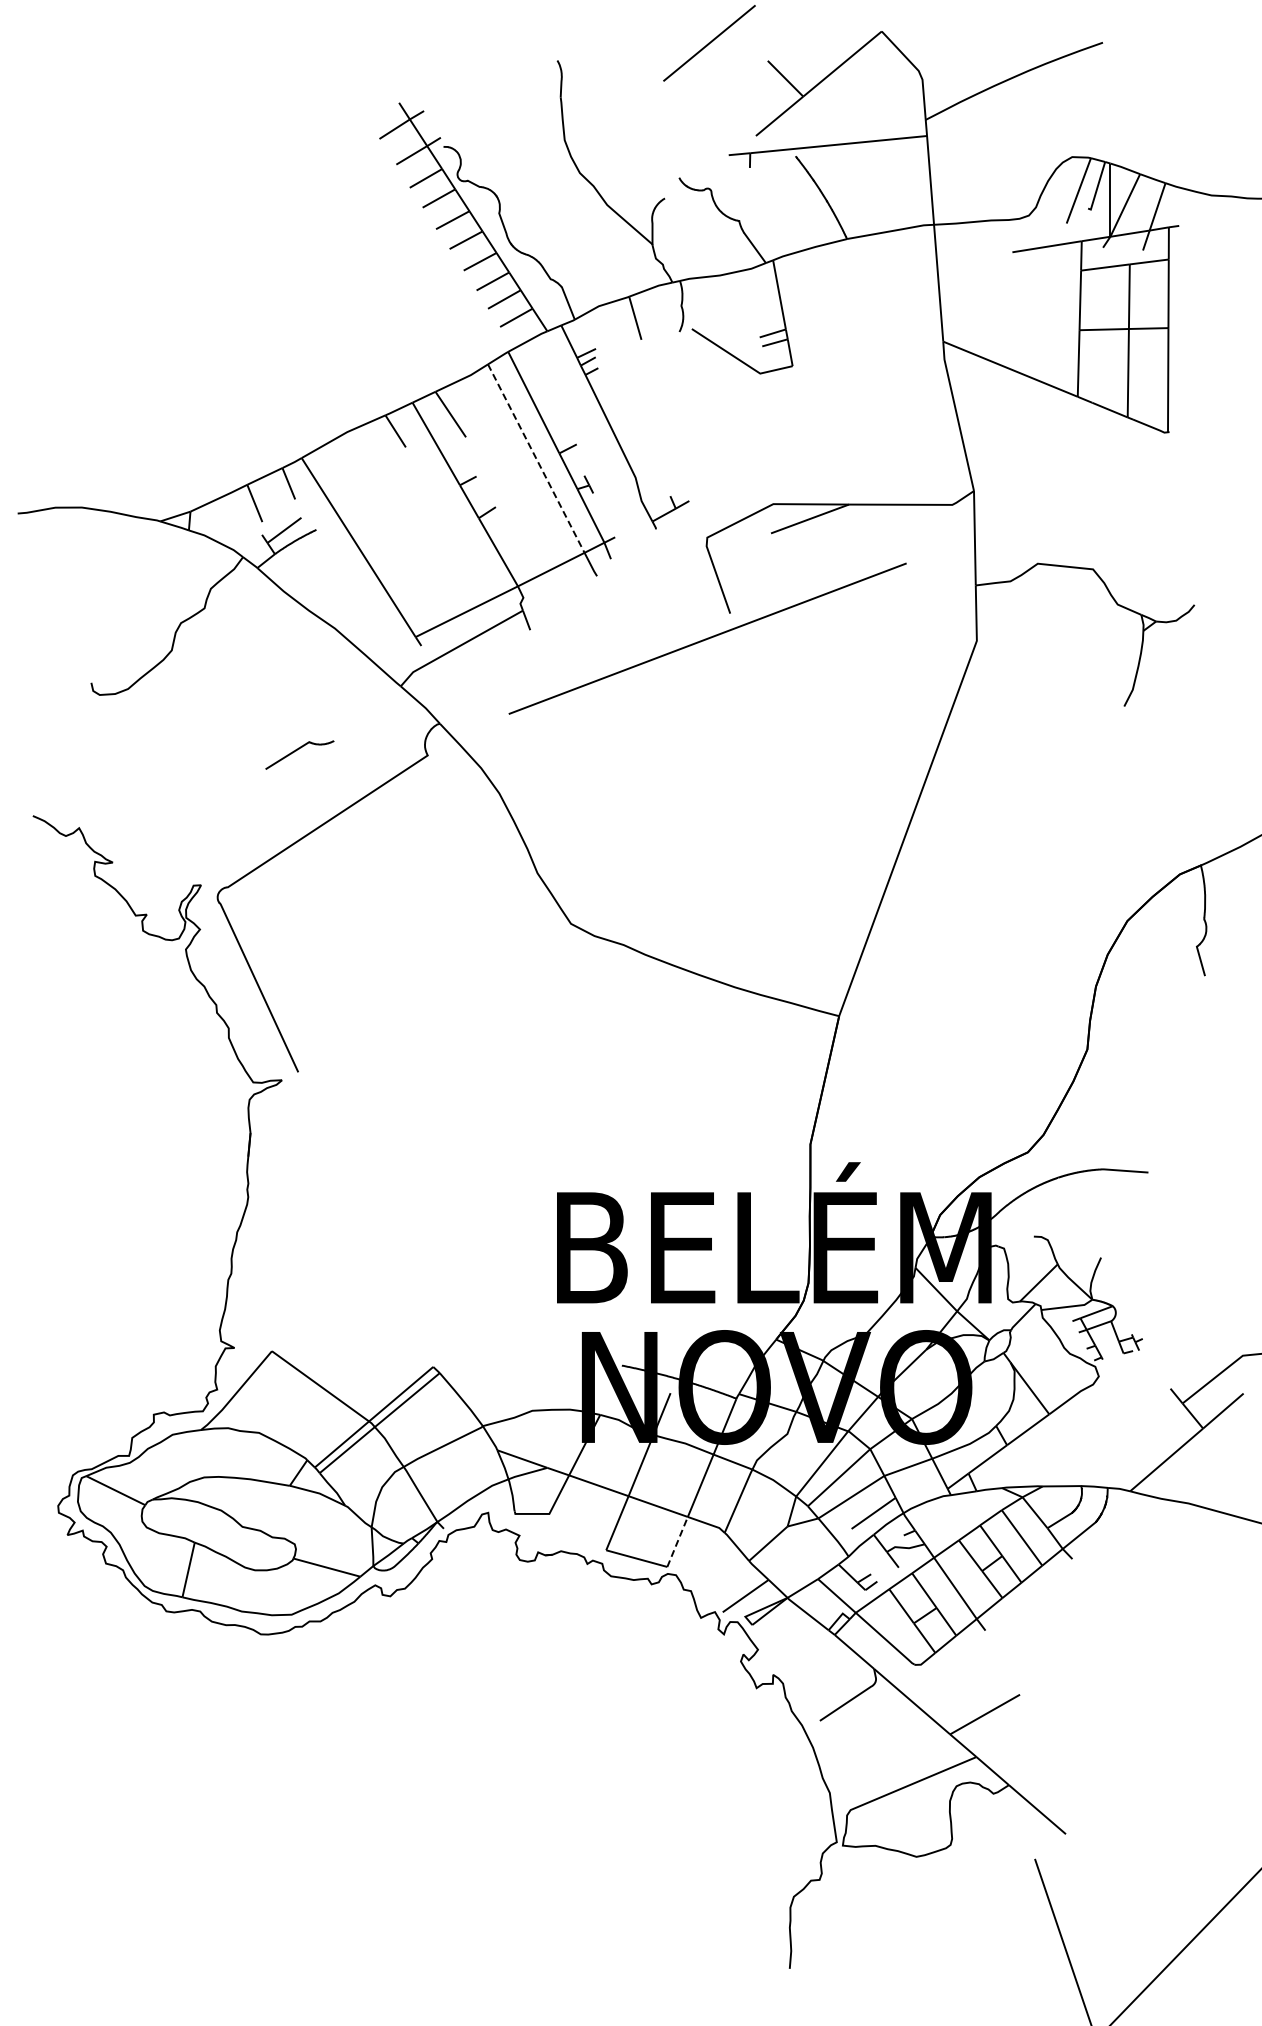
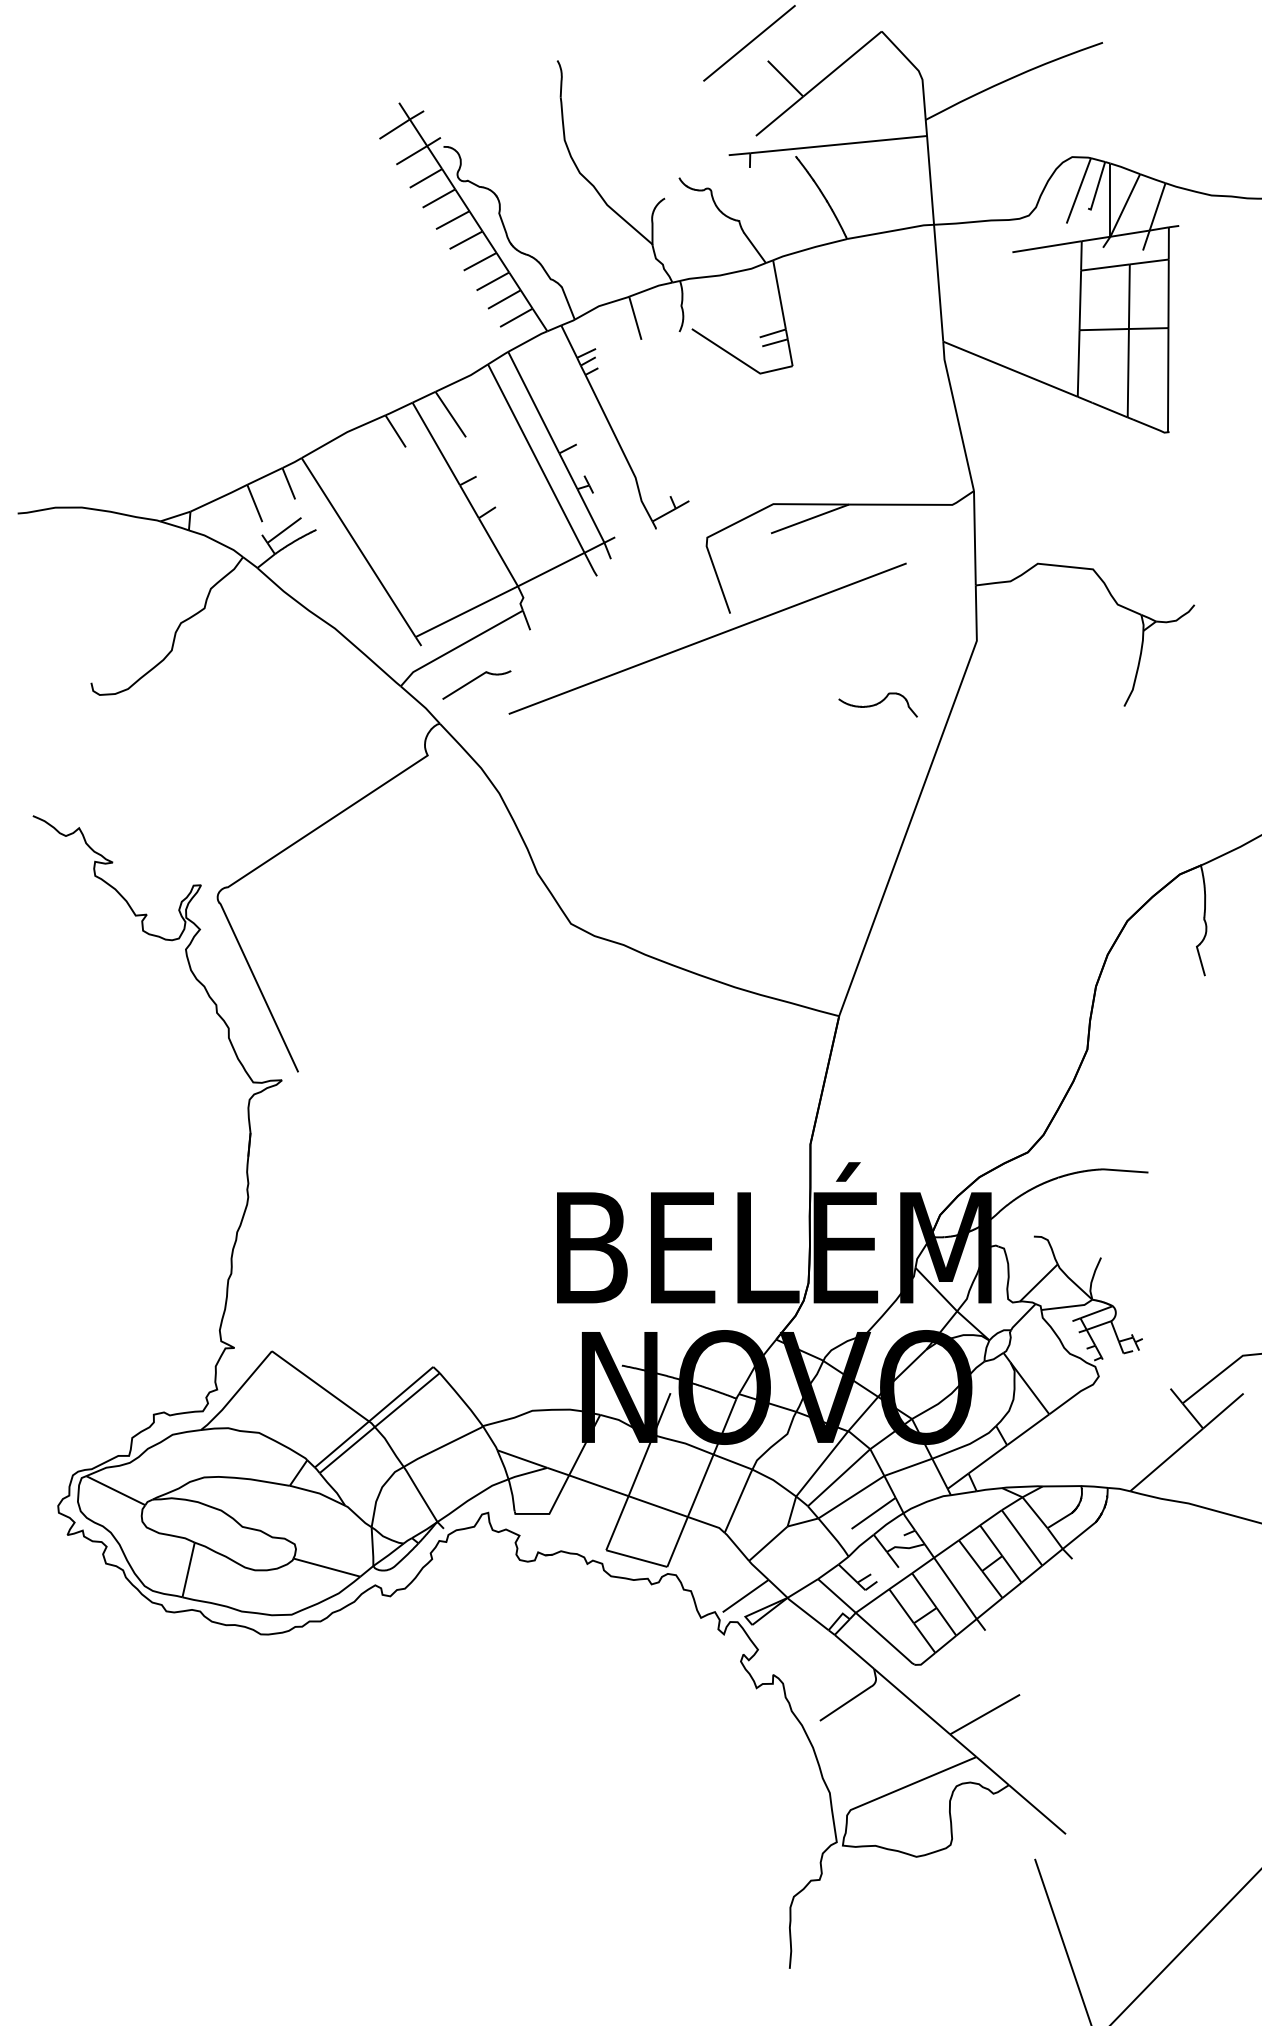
line at (709, 43) position: (709, 43) -> (749, 43)
line at (536, 458): dashed -> solid
curve at (877, 704): none -> present
curve at (296, 751) position: (296, 751) -> (473, 681)
line at (677, 1541): dashed -> solid
